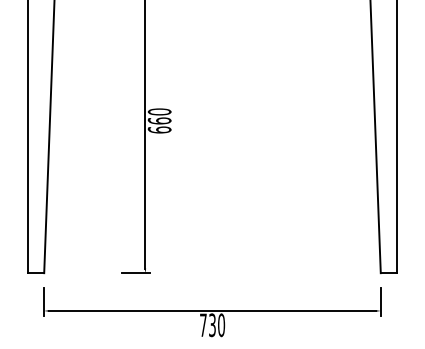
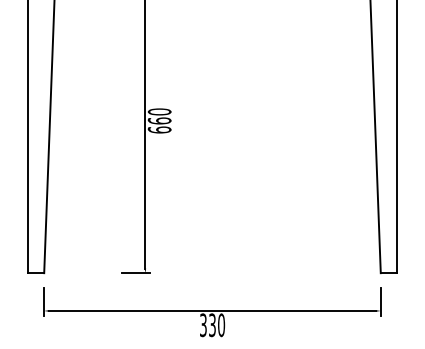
text at (203, 325): 730 -> 330
